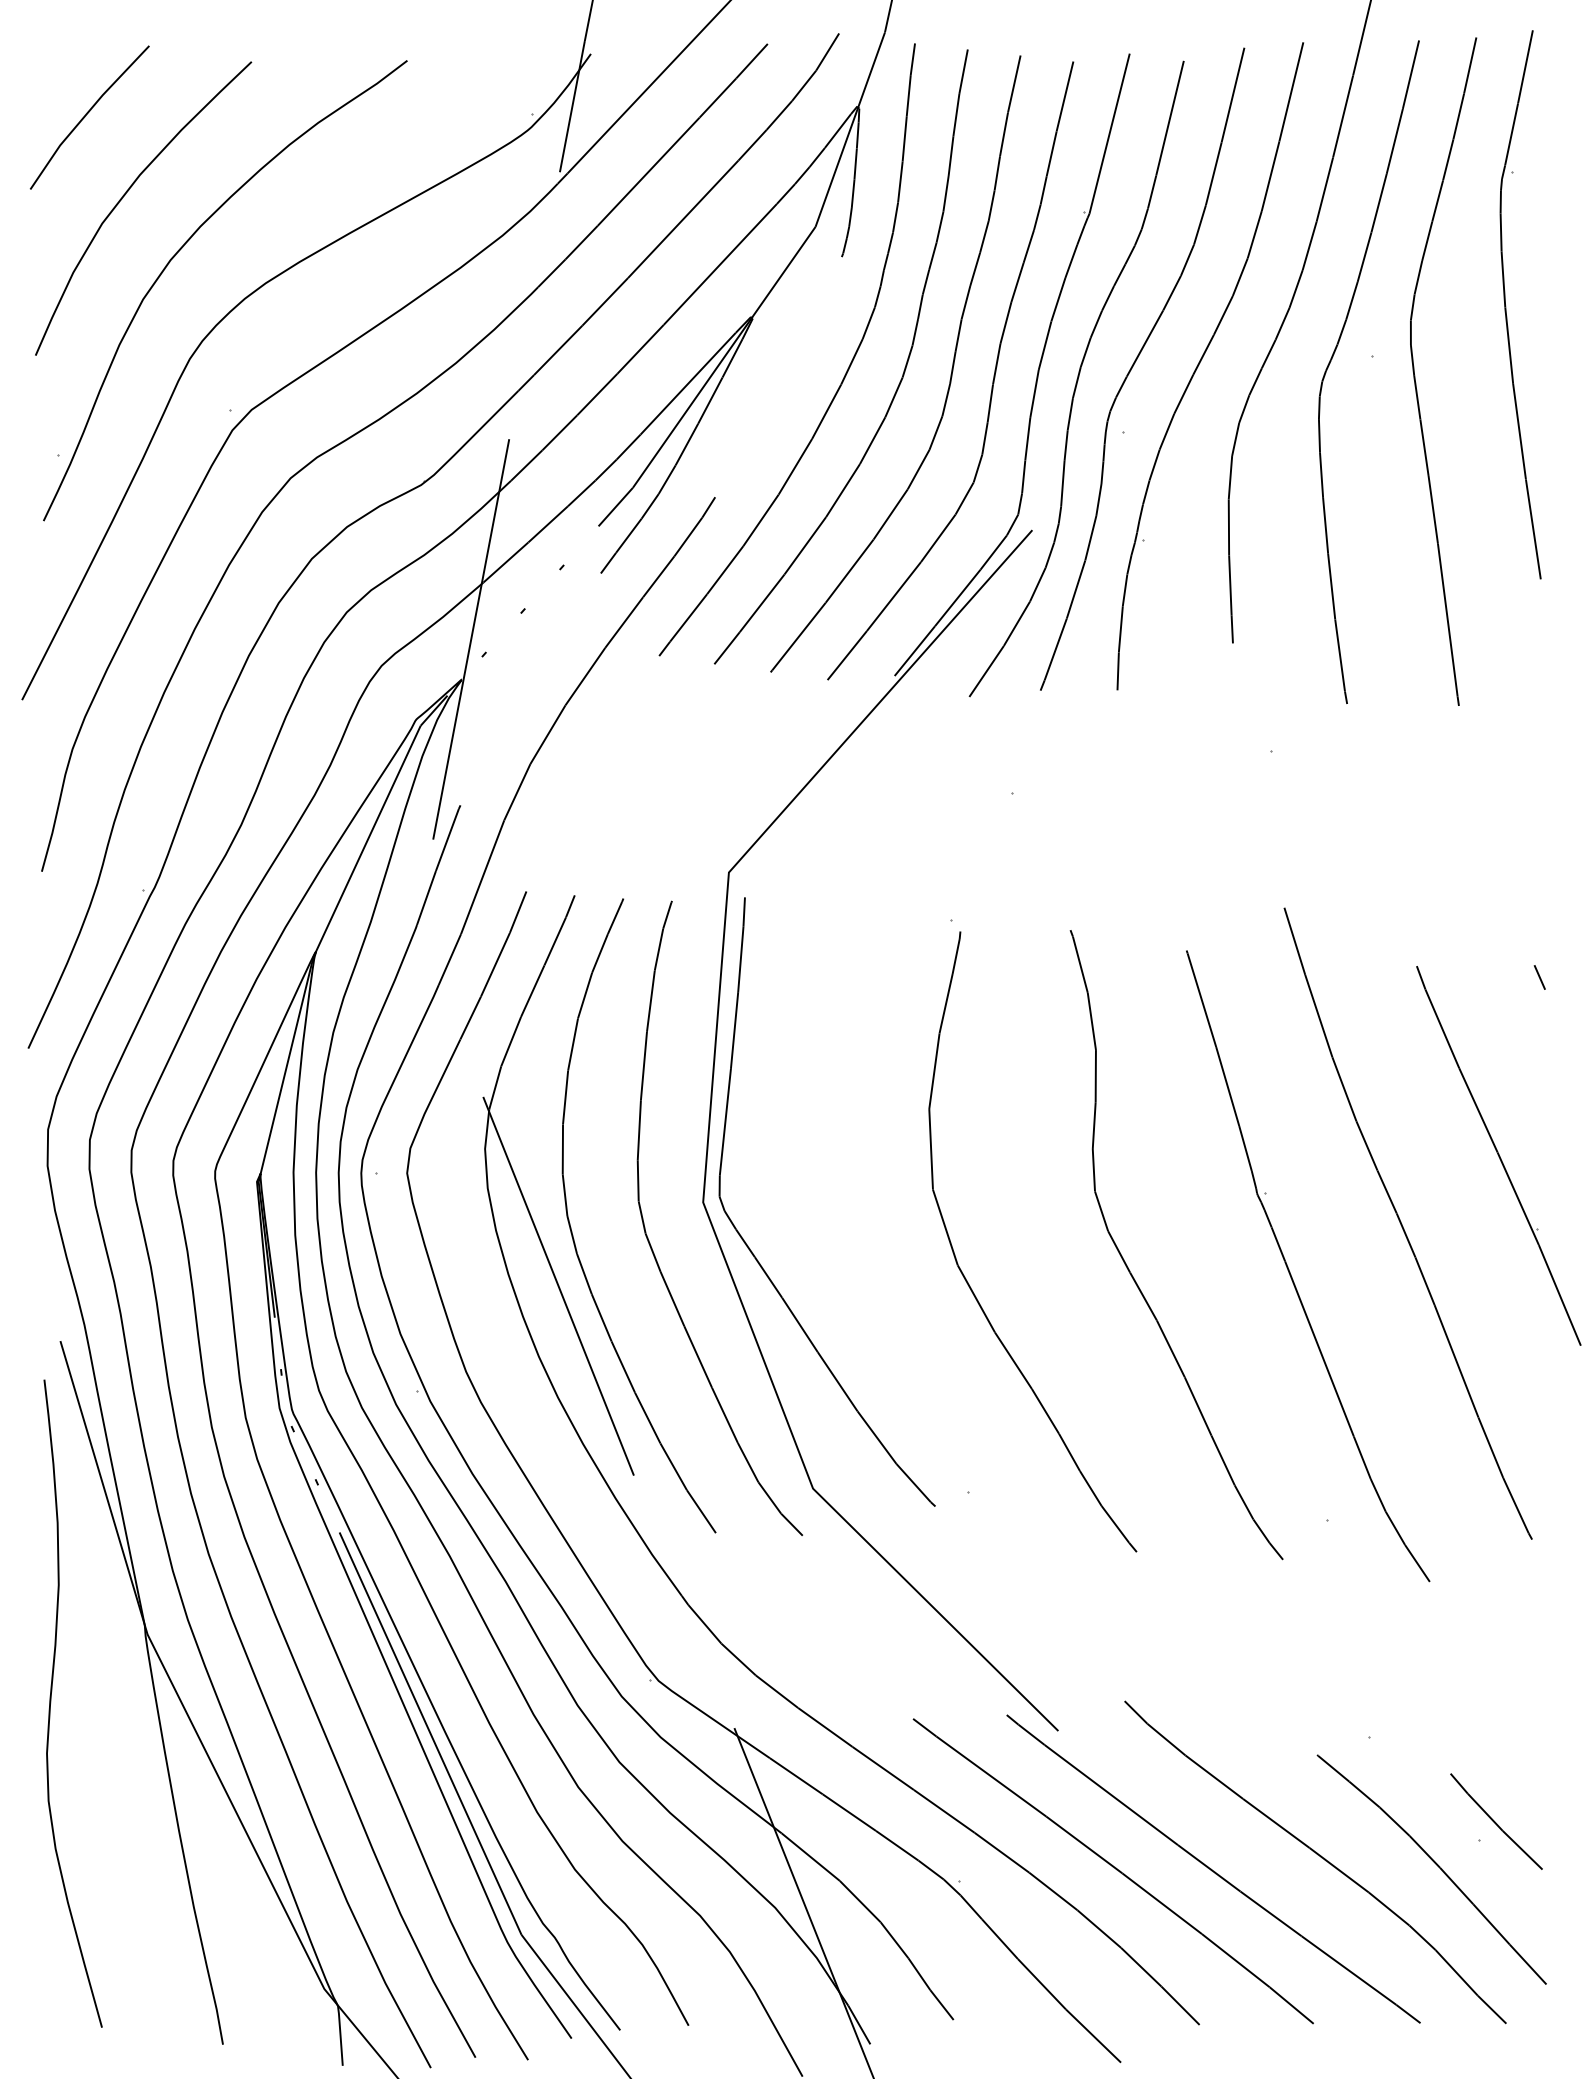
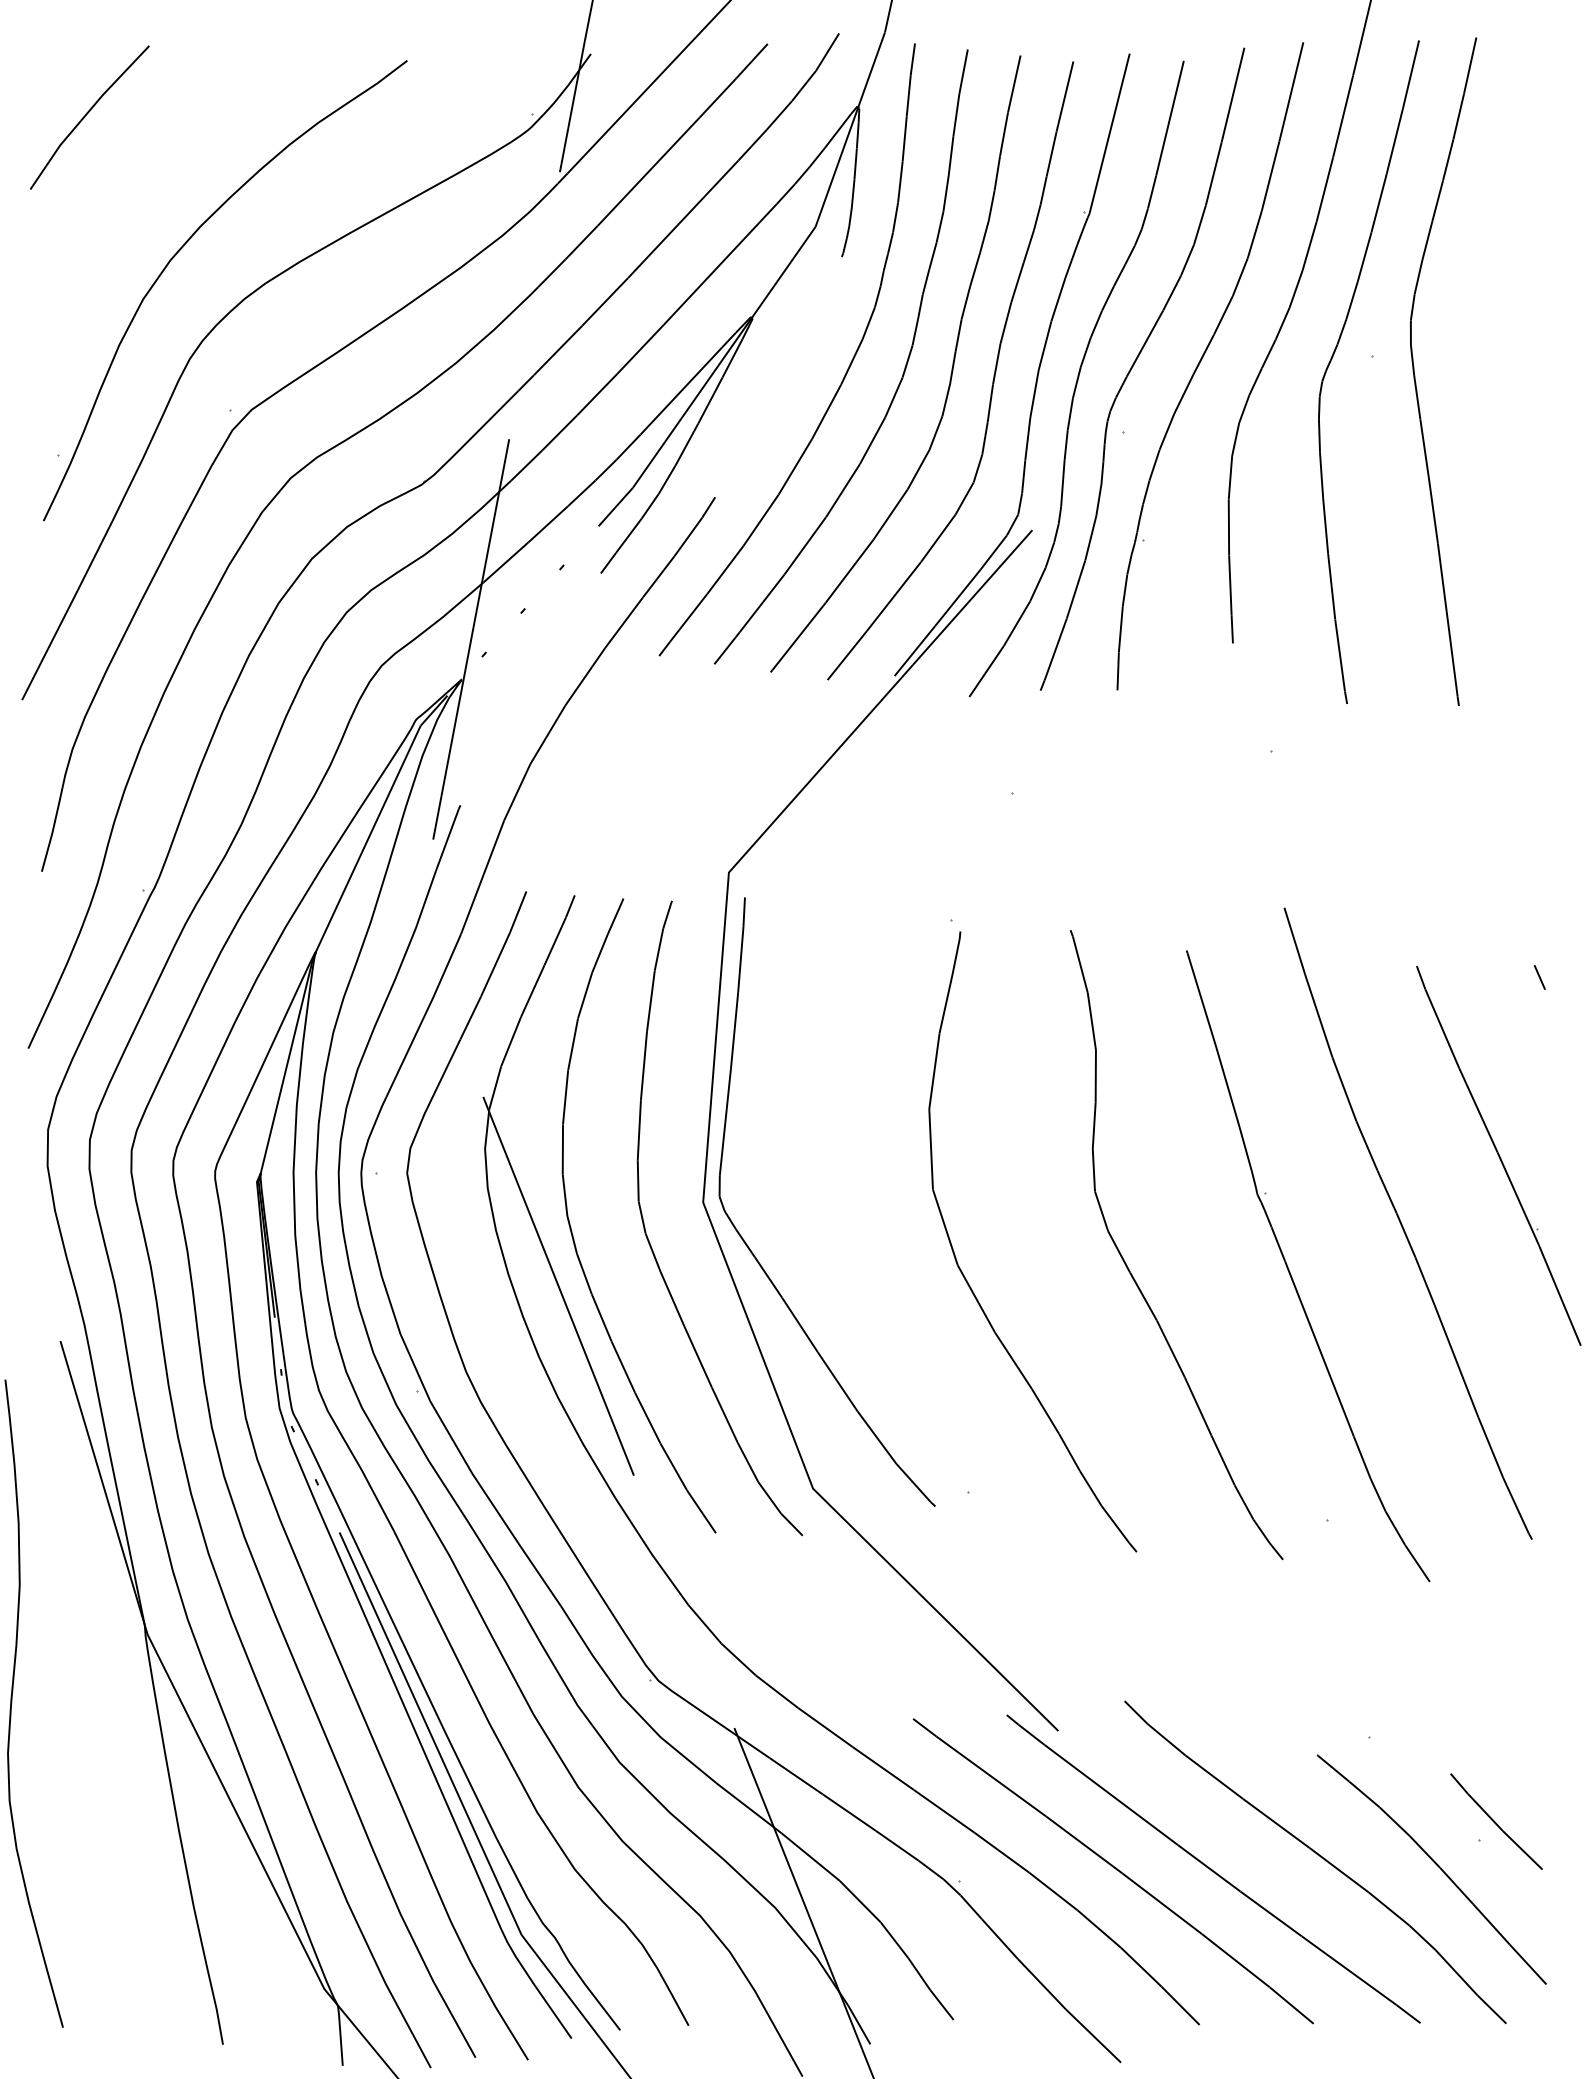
curve at (125, 195): present -> none
part at (1506, 306): present -> none
curve at (51, 1703) position: (51, 1703) -> (12, 1703)
